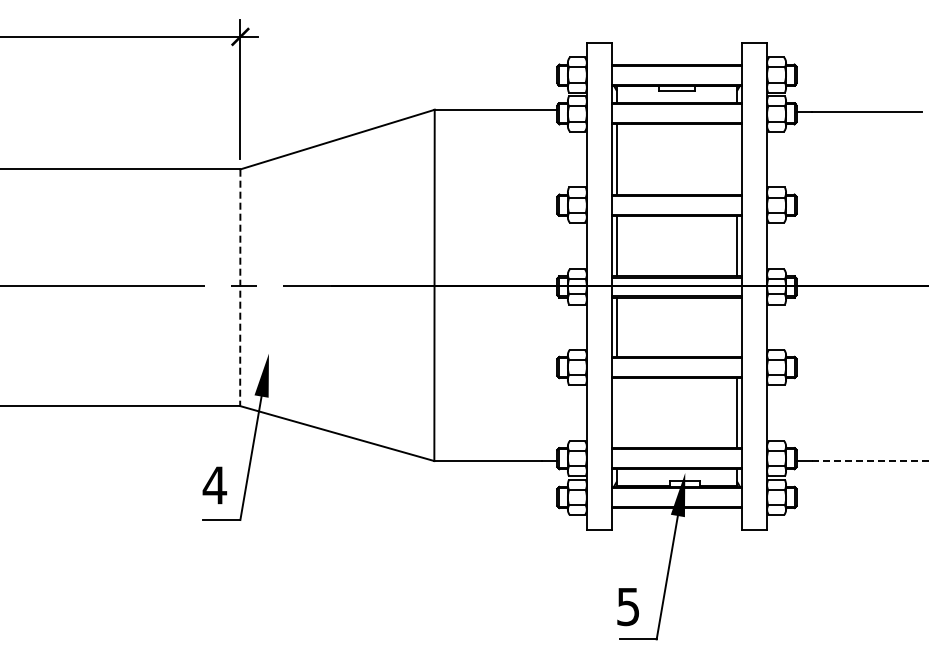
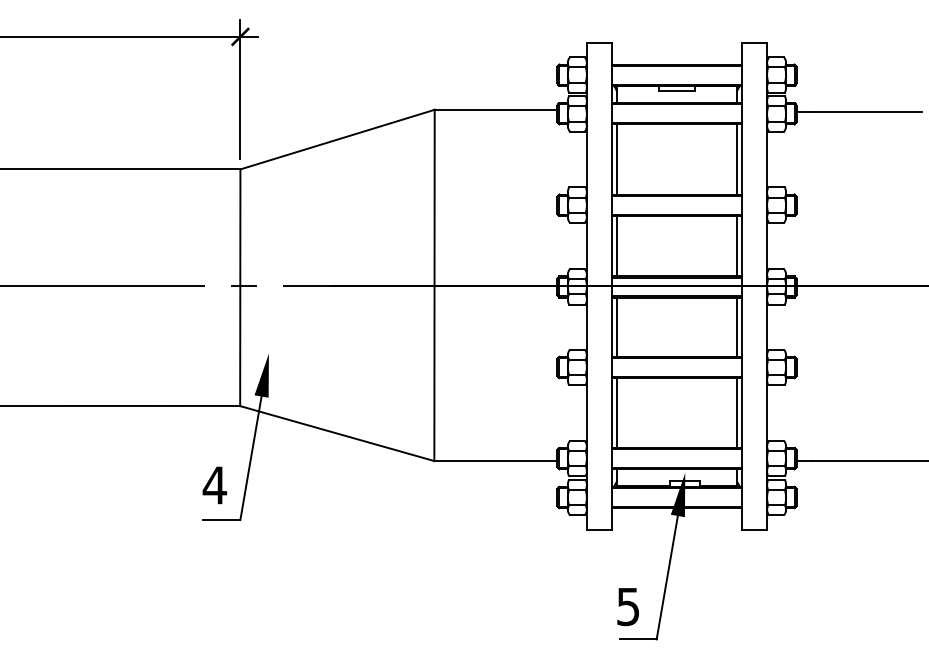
line at (737, 159): none -> present
line at (240, 288): dashed -> solid
line at (737, 326): none -> present
line at (616, 413): none -> present
line at (870, 461): dashed -> solid
